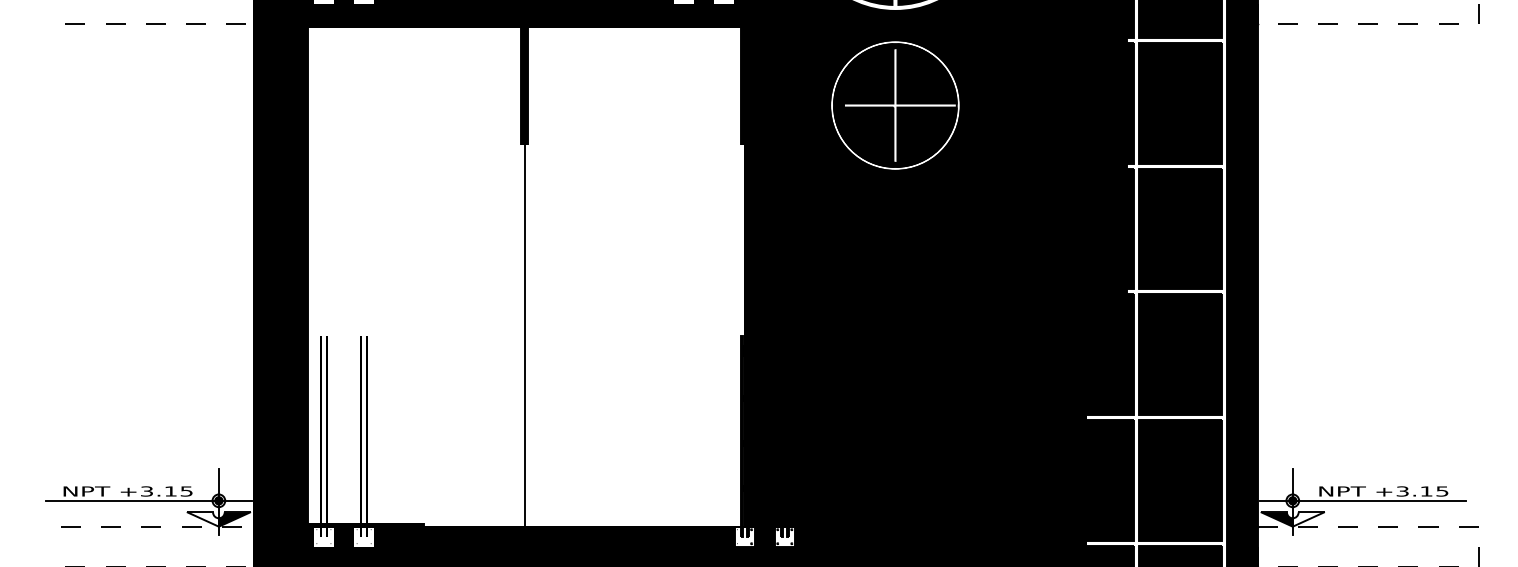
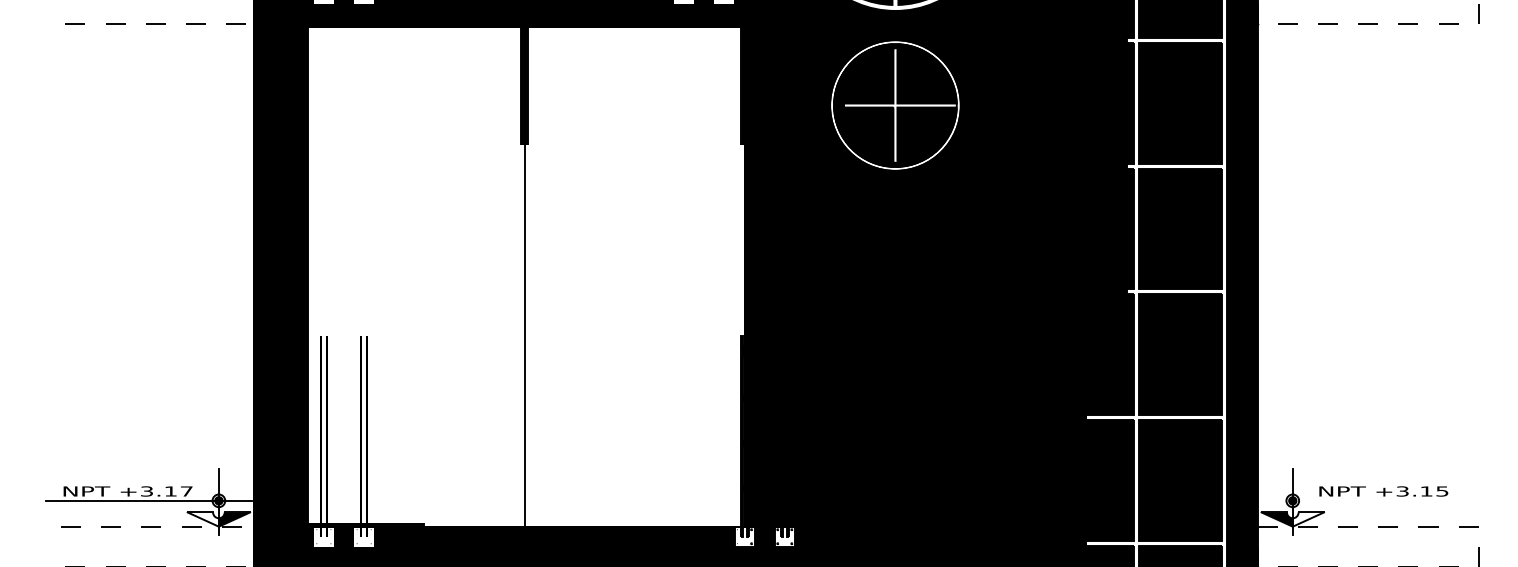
text at (186, 491): +3.15 -> +3.17
line at (1362, 500): present -> none
